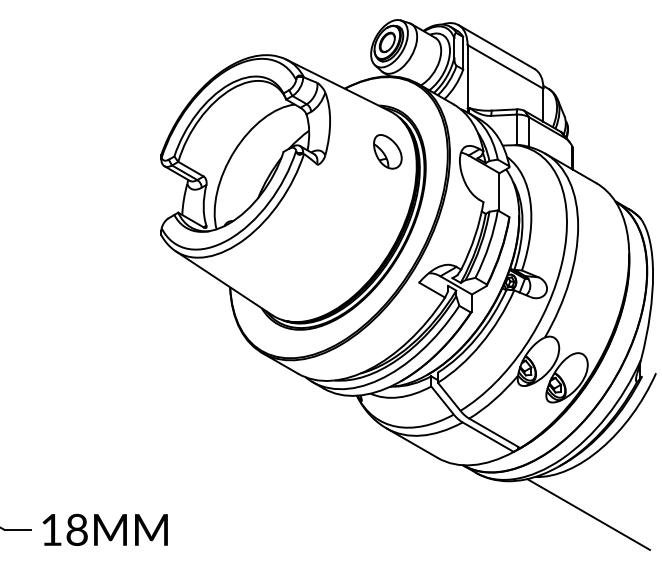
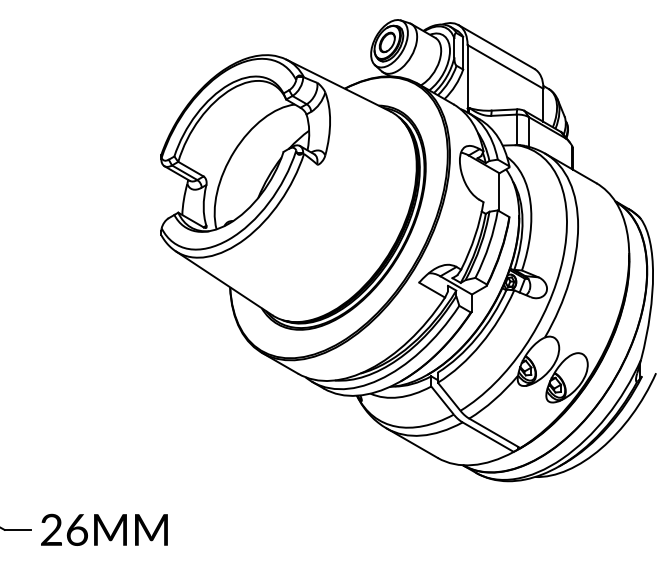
part at (387, 151): present -> none
line at (588, 514): present -> none
text at (64, 529): 18MM -> 26MM
